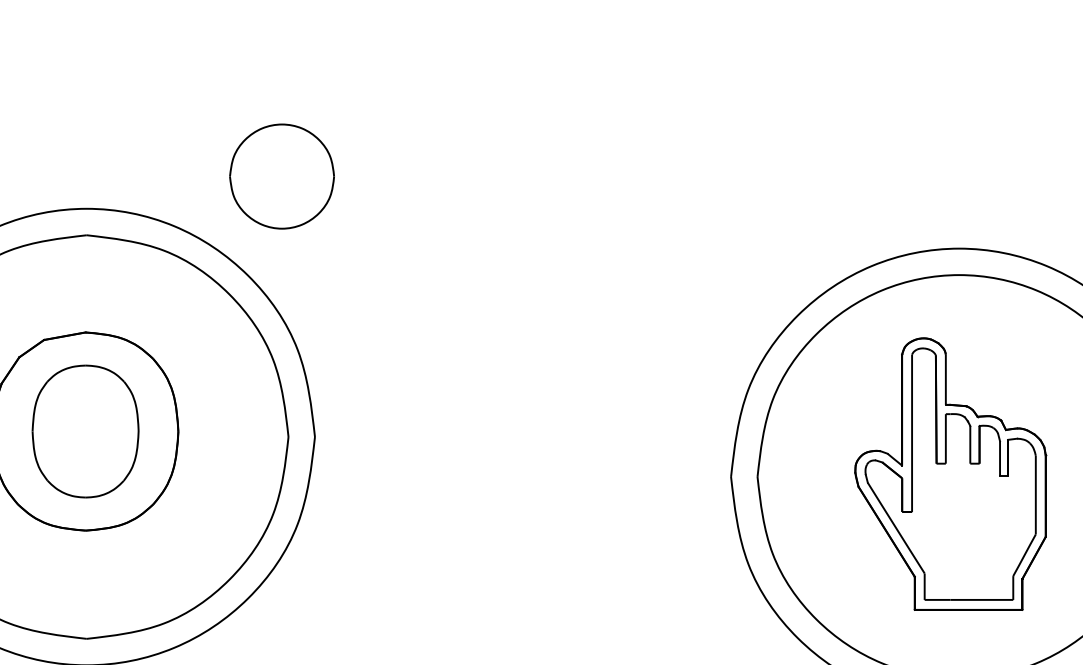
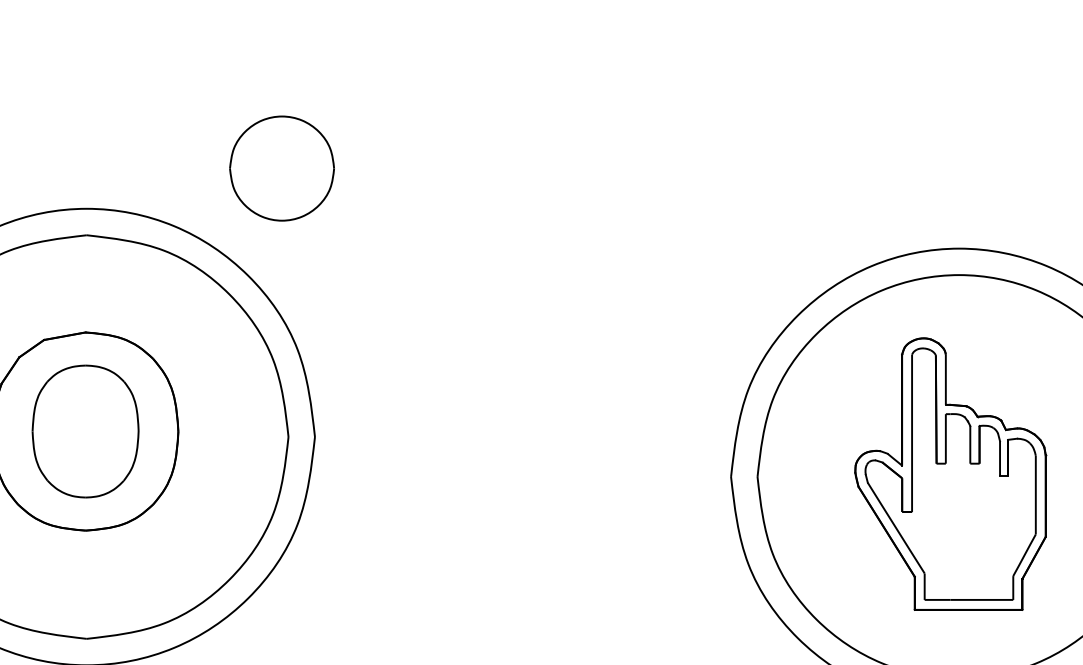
part at (281, 176) position: (281, 176) -> (281, 168)
